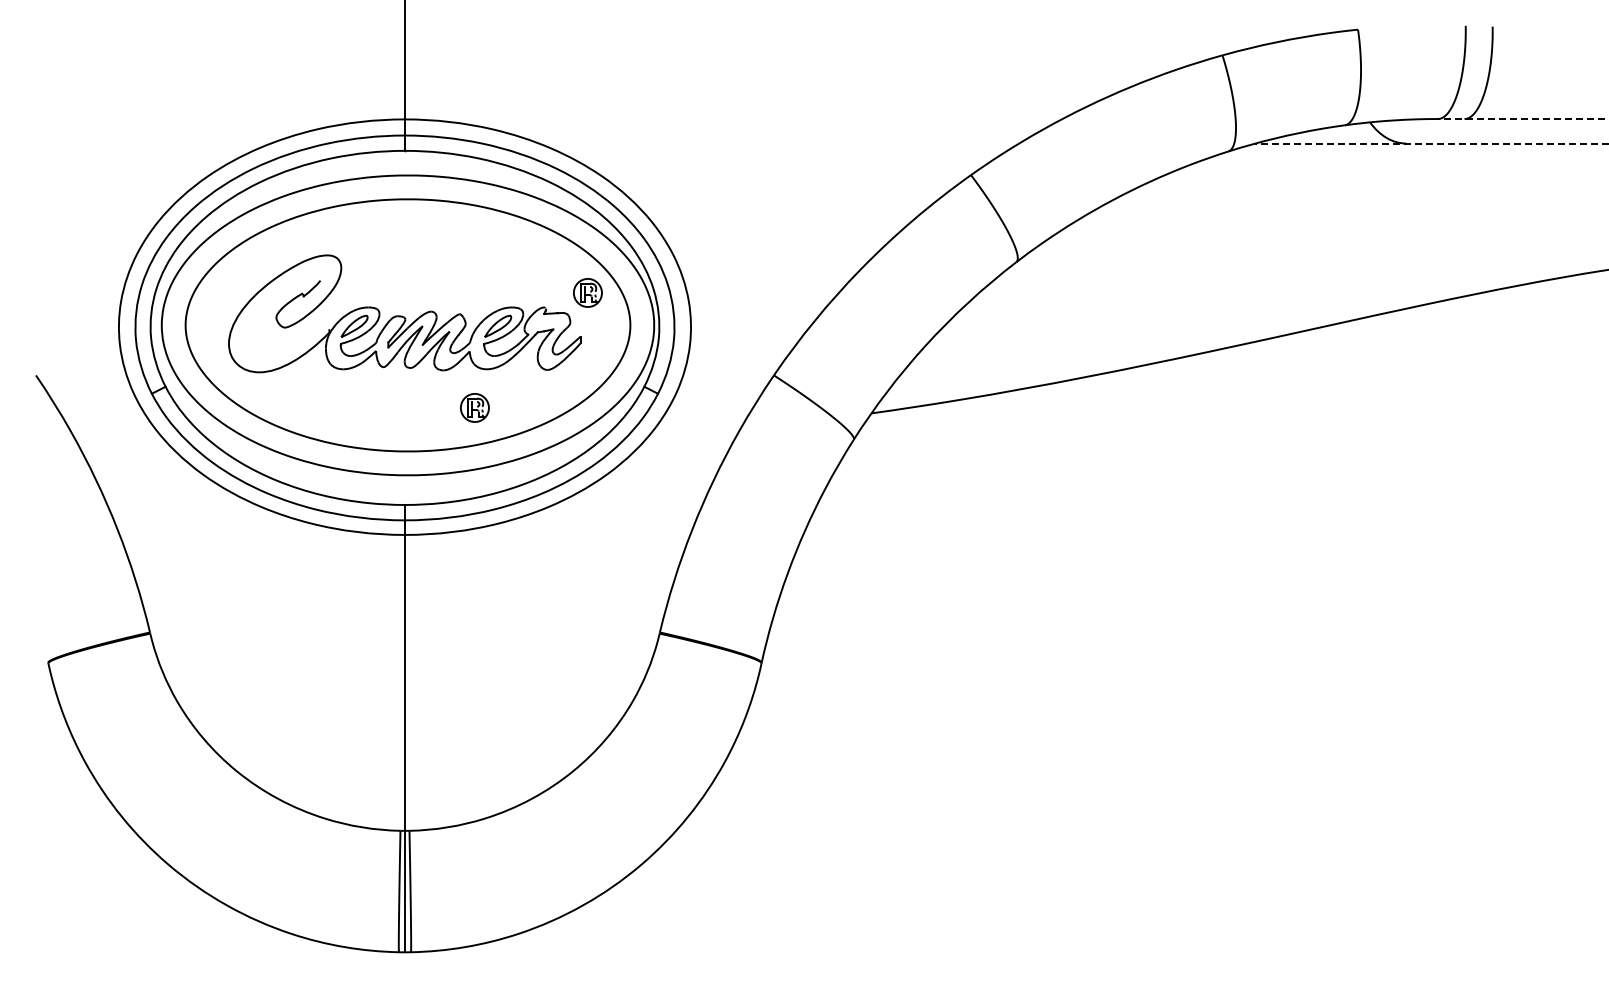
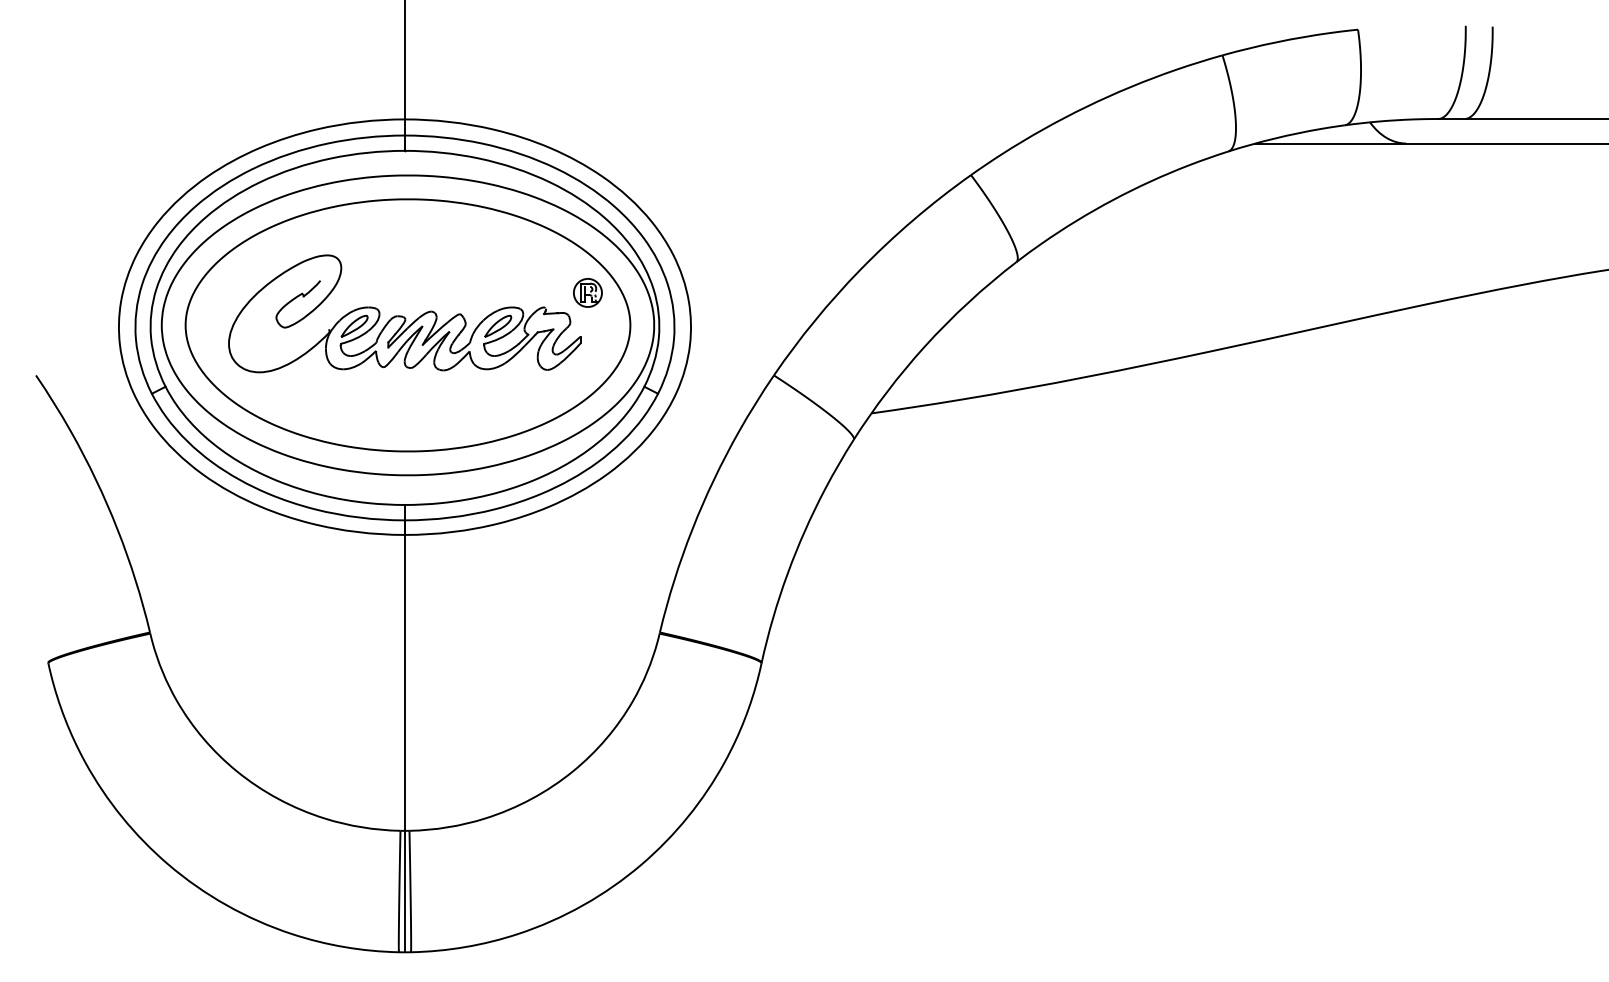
line at (1522, 119): dashed -> solid
line at (1431, 143): dashed -> solid
part at (474, 407): present -> none
